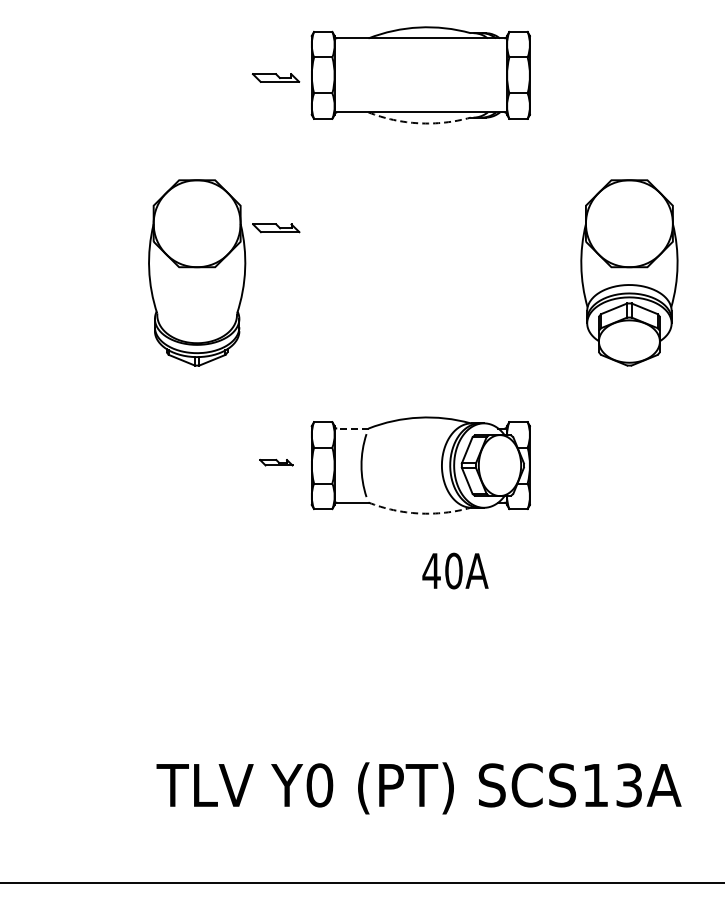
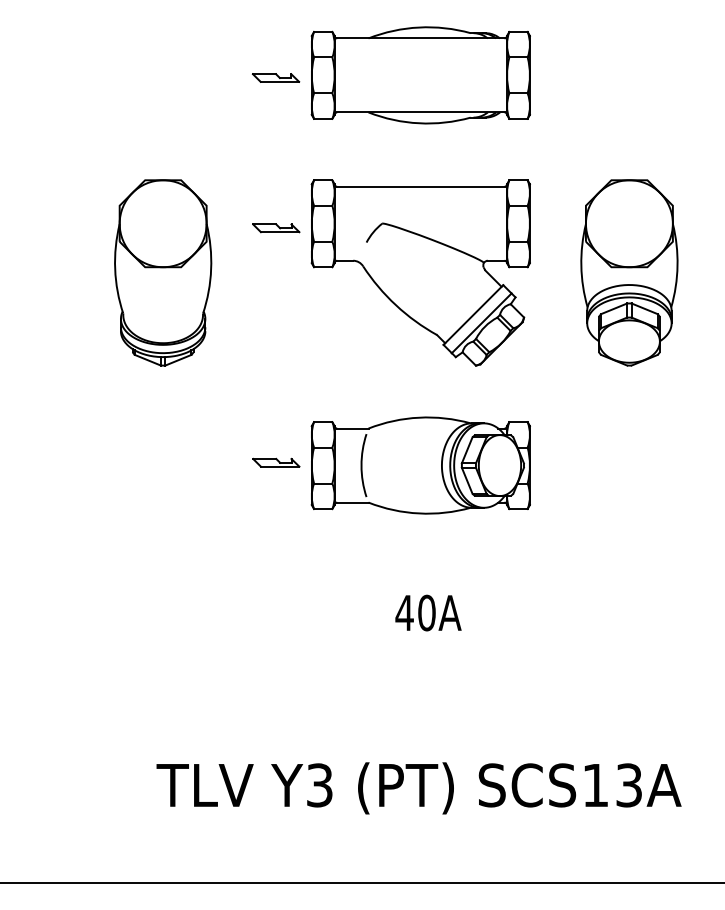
arc at (419, 123): dashed -> solid
part at (197, 272) position: (197, 272) -> (163, 272)
part at (420, 272): none -> present
line at (352, 428): dashed -> solid
part at (276, 462) size: 35x8 px -> 49x11 px
arc at (419, 513): dashed -> solid
text at (455, 570) position: (455, 570) -> (428, 612)
text at (319, 785): Y0 -> Y3
